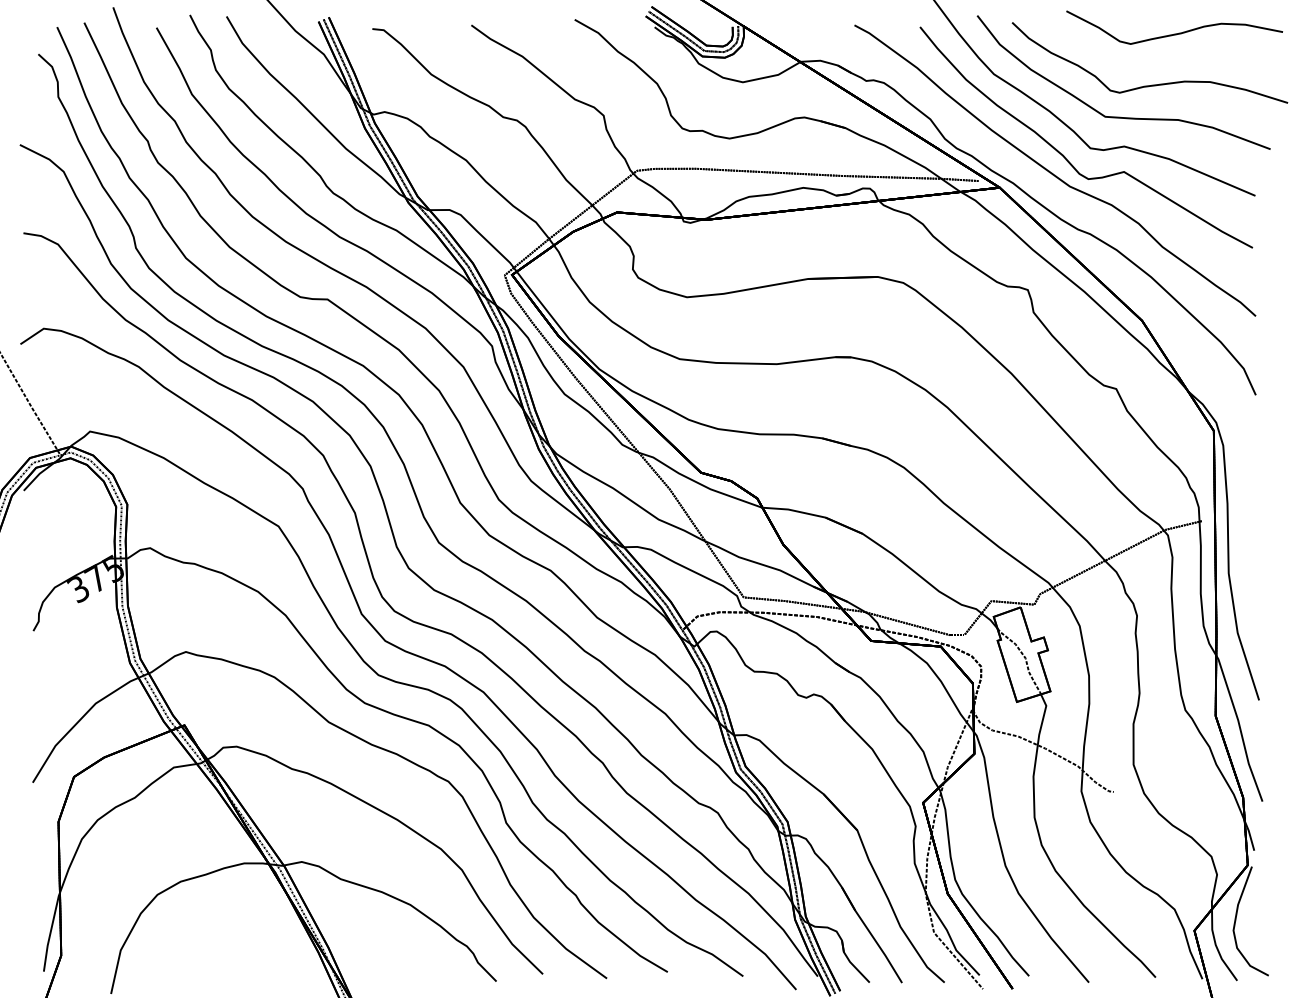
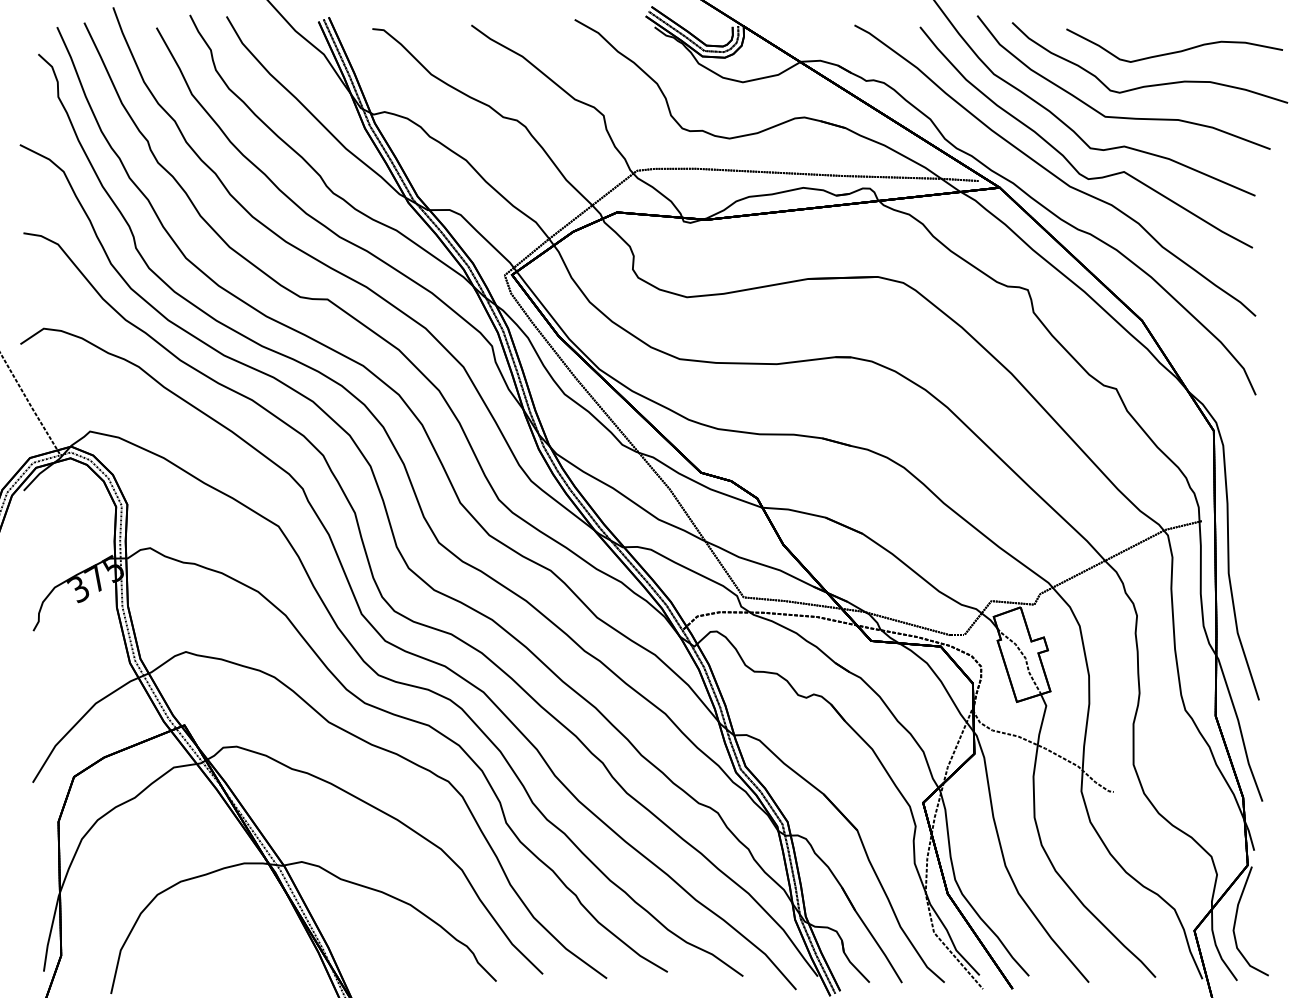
part at (1174, 27) position: (1174, 27) -> (1174, 45)
